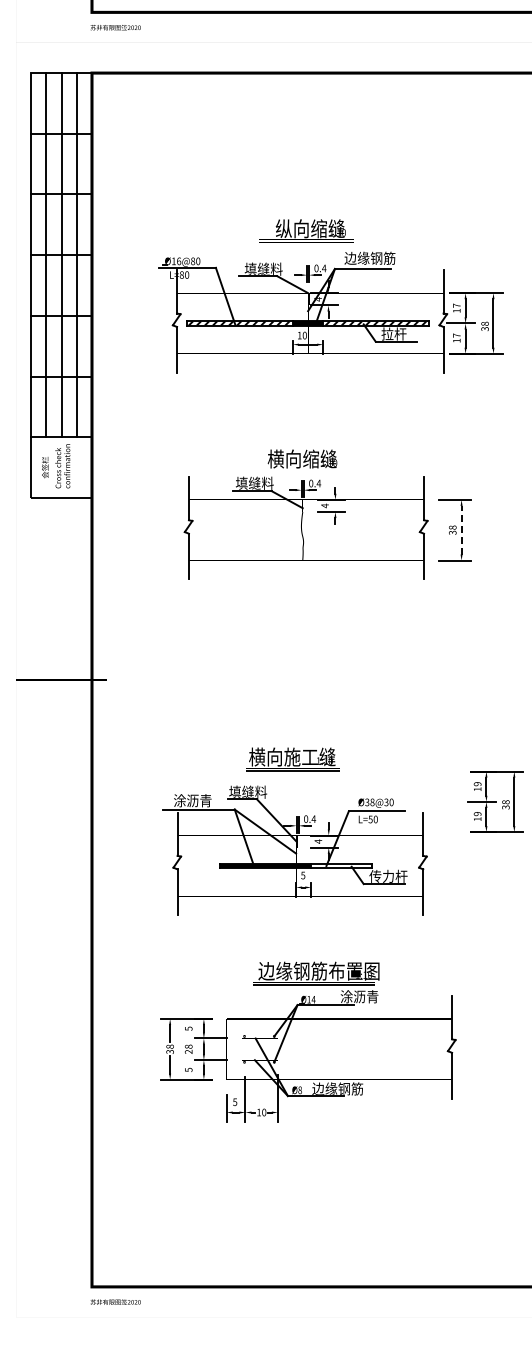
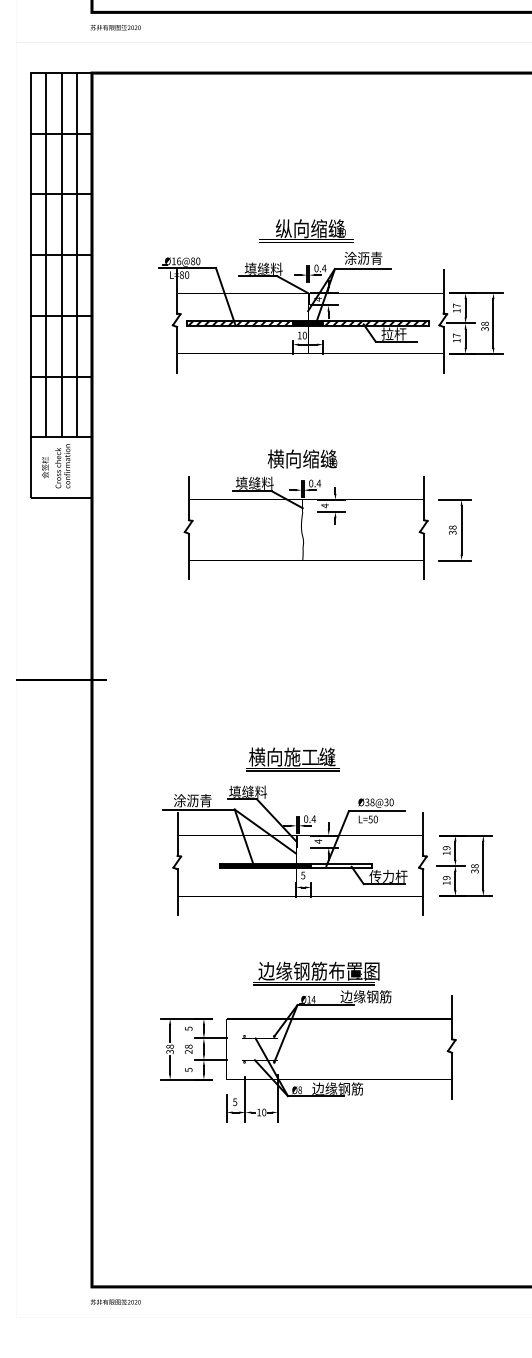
text at (369, 257): 边缘钢筋 -> 涂沥青
line at (461, 529): dashed -> solid
part at (495, 801) position: (495, 801) -> (464, 865)
text at (365, 996): 涂沥青 -> 边缘钢筋
